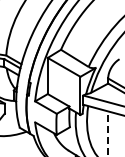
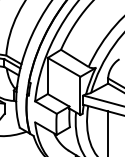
line at (108, 134): dashed -> solid
